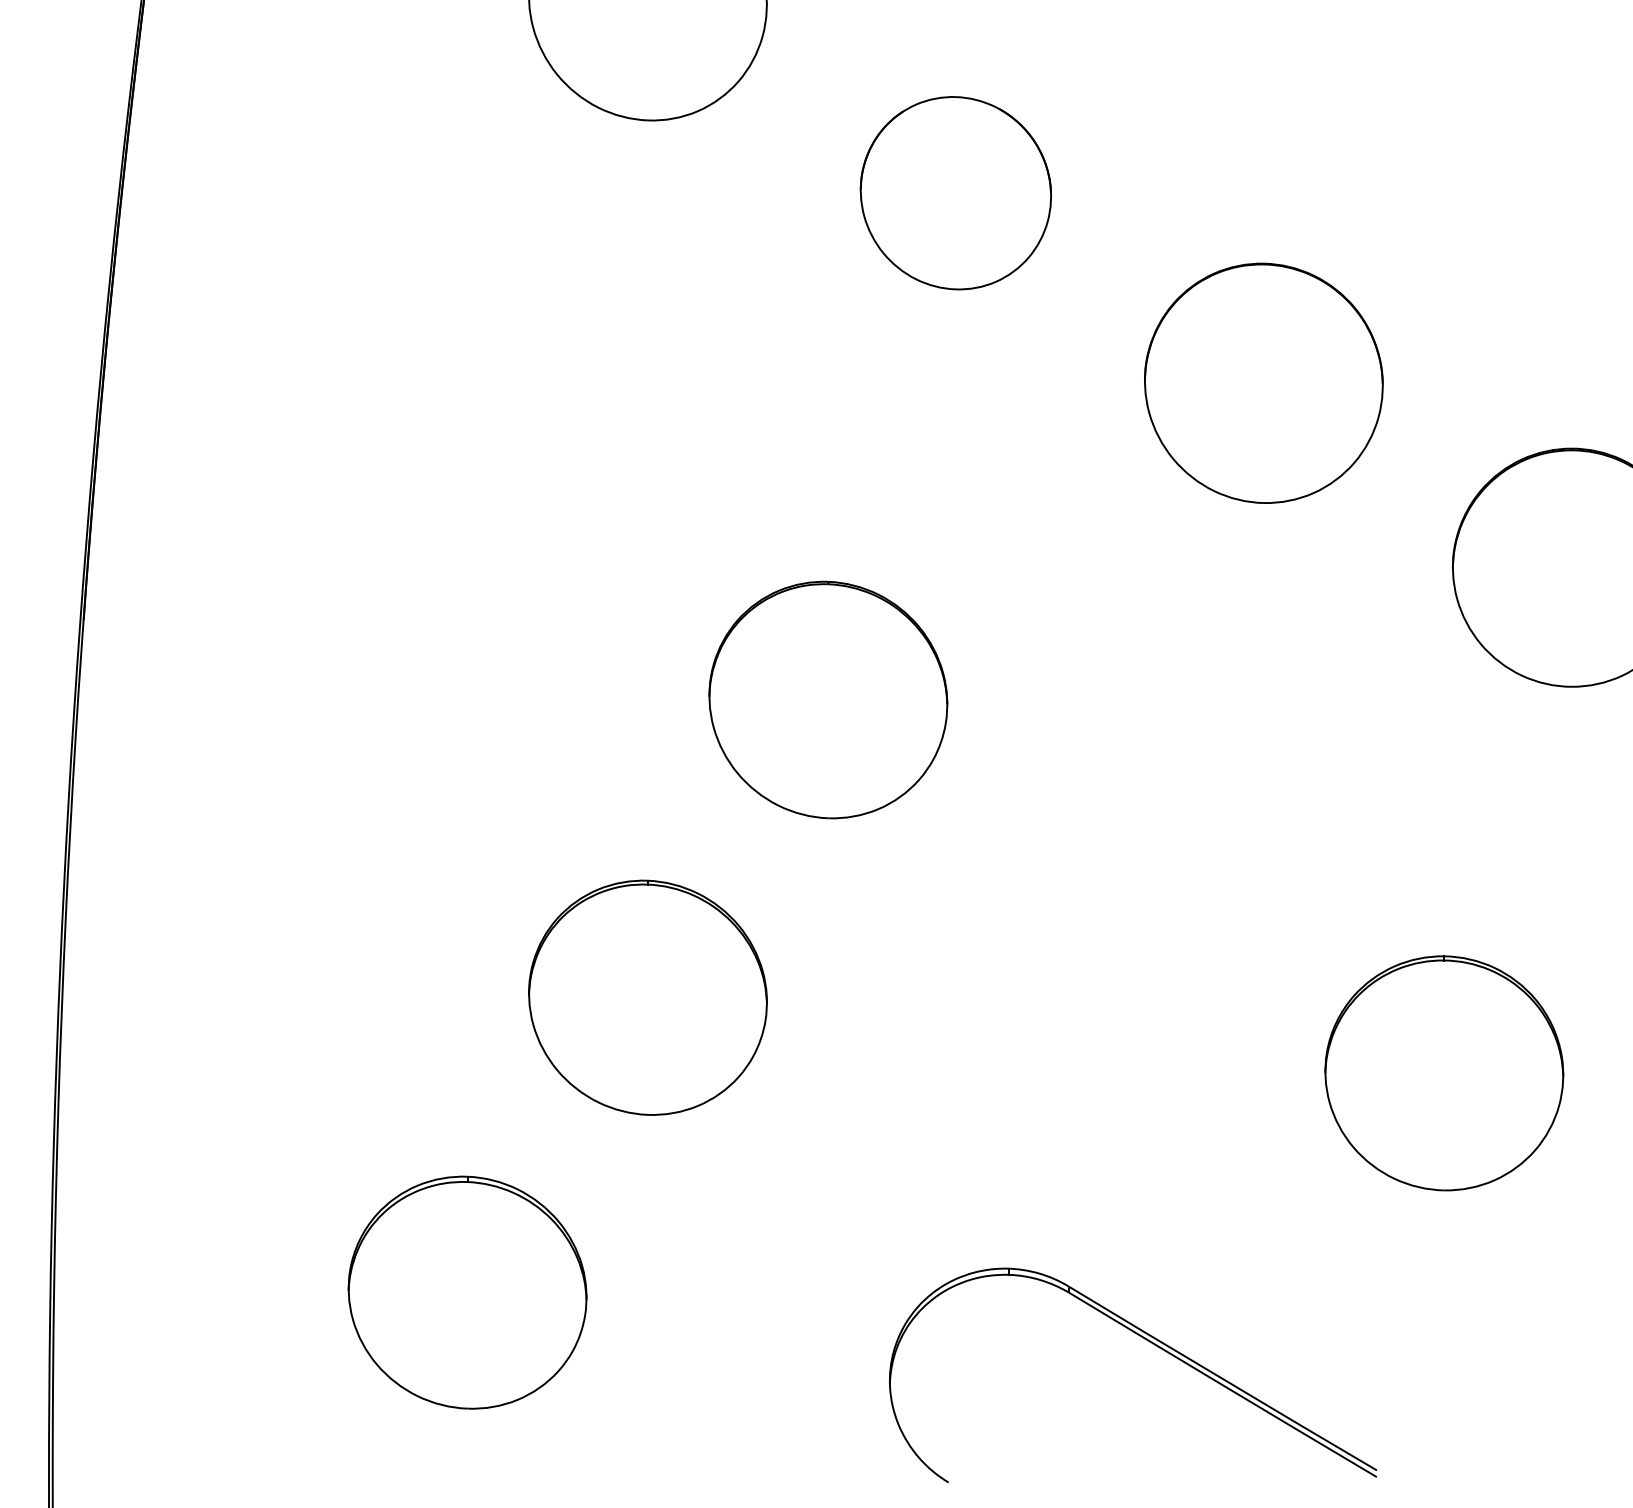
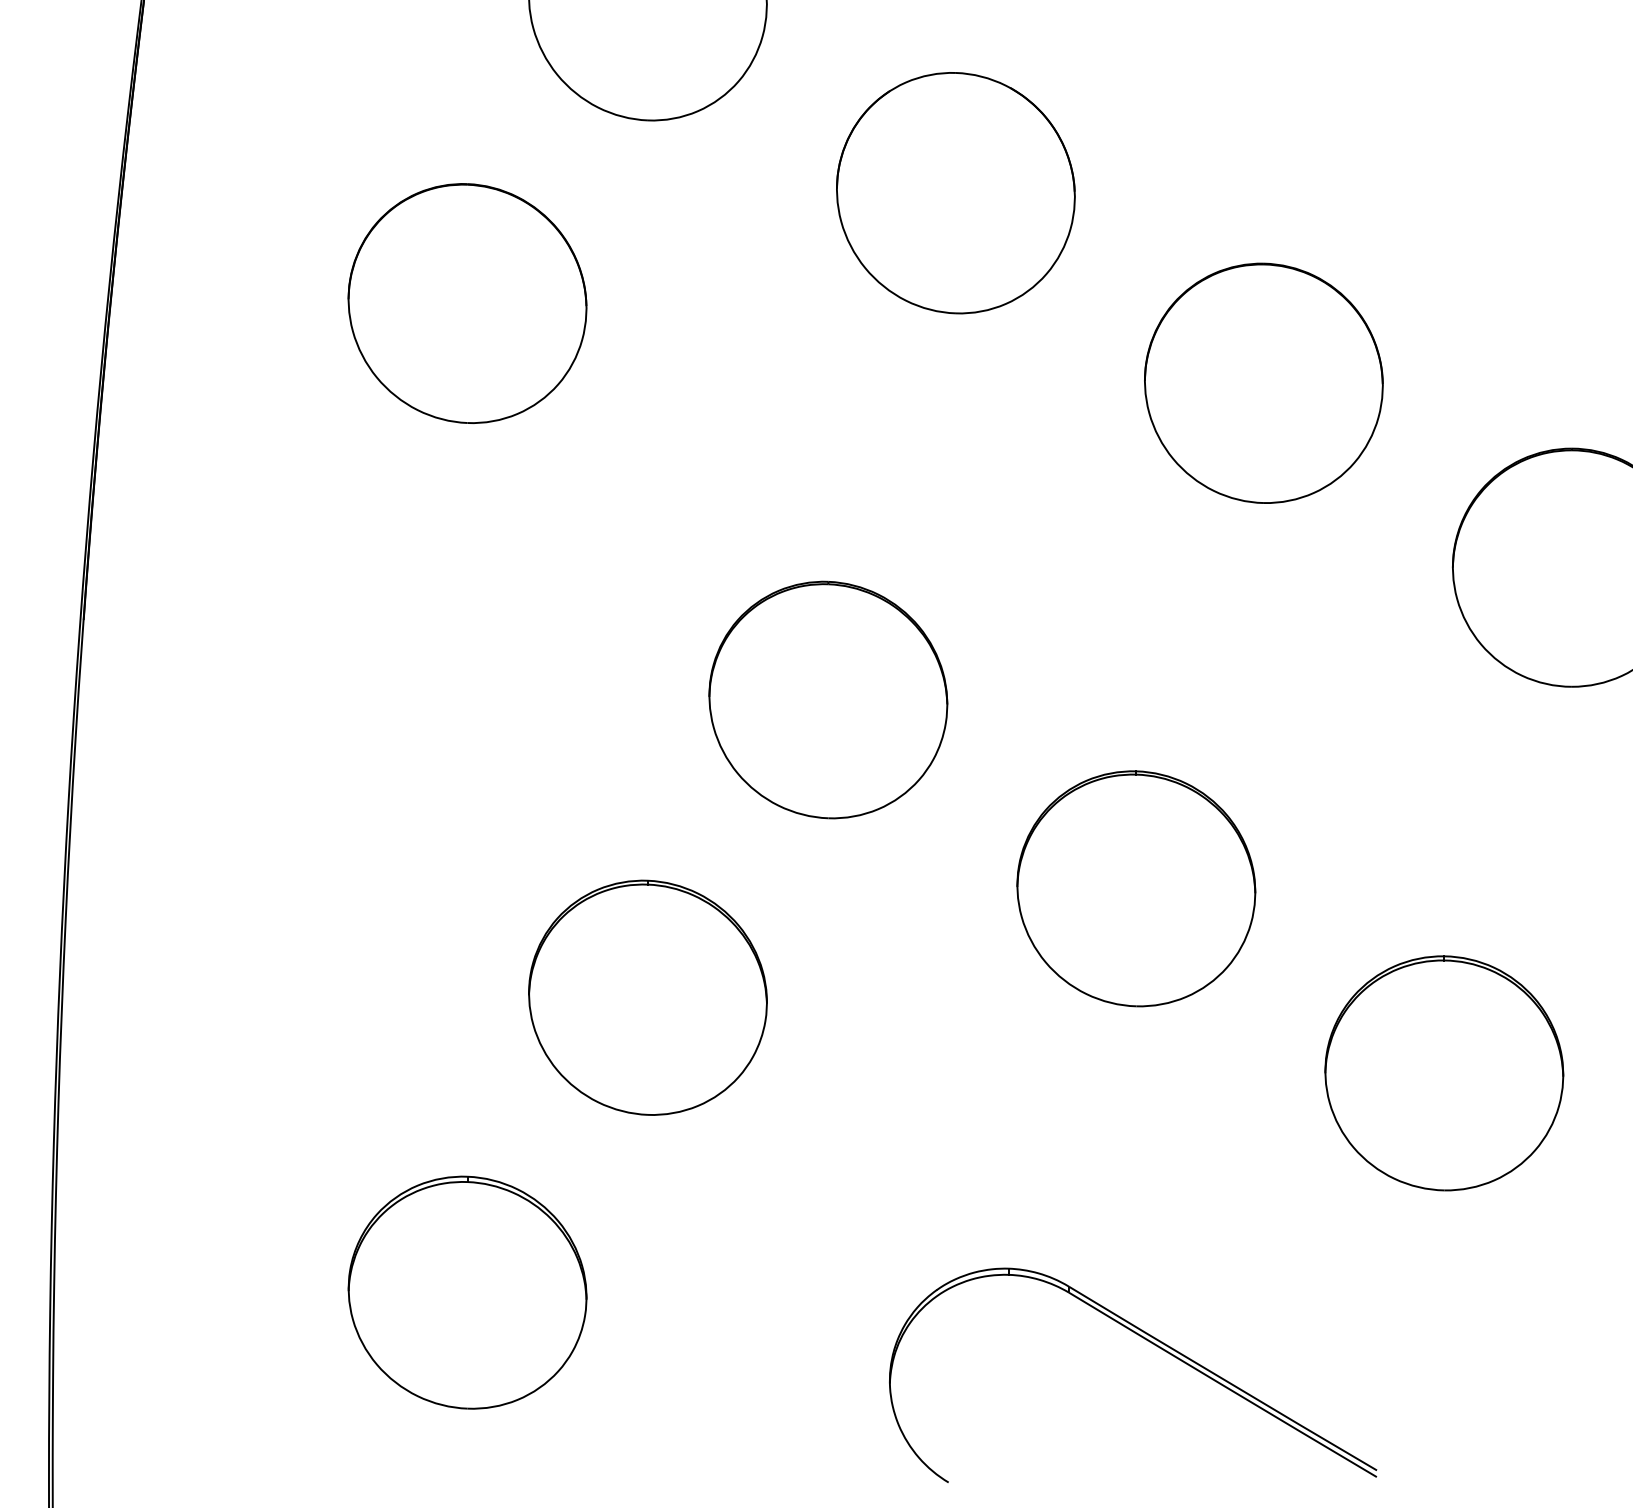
part at (955, 193) size: 193x195 px -> 240x243 px
part at (467, 303): none -> present
part at (1136, 888): none -> present
